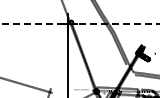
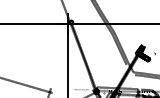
line at (79, 23): dashed -> solid
